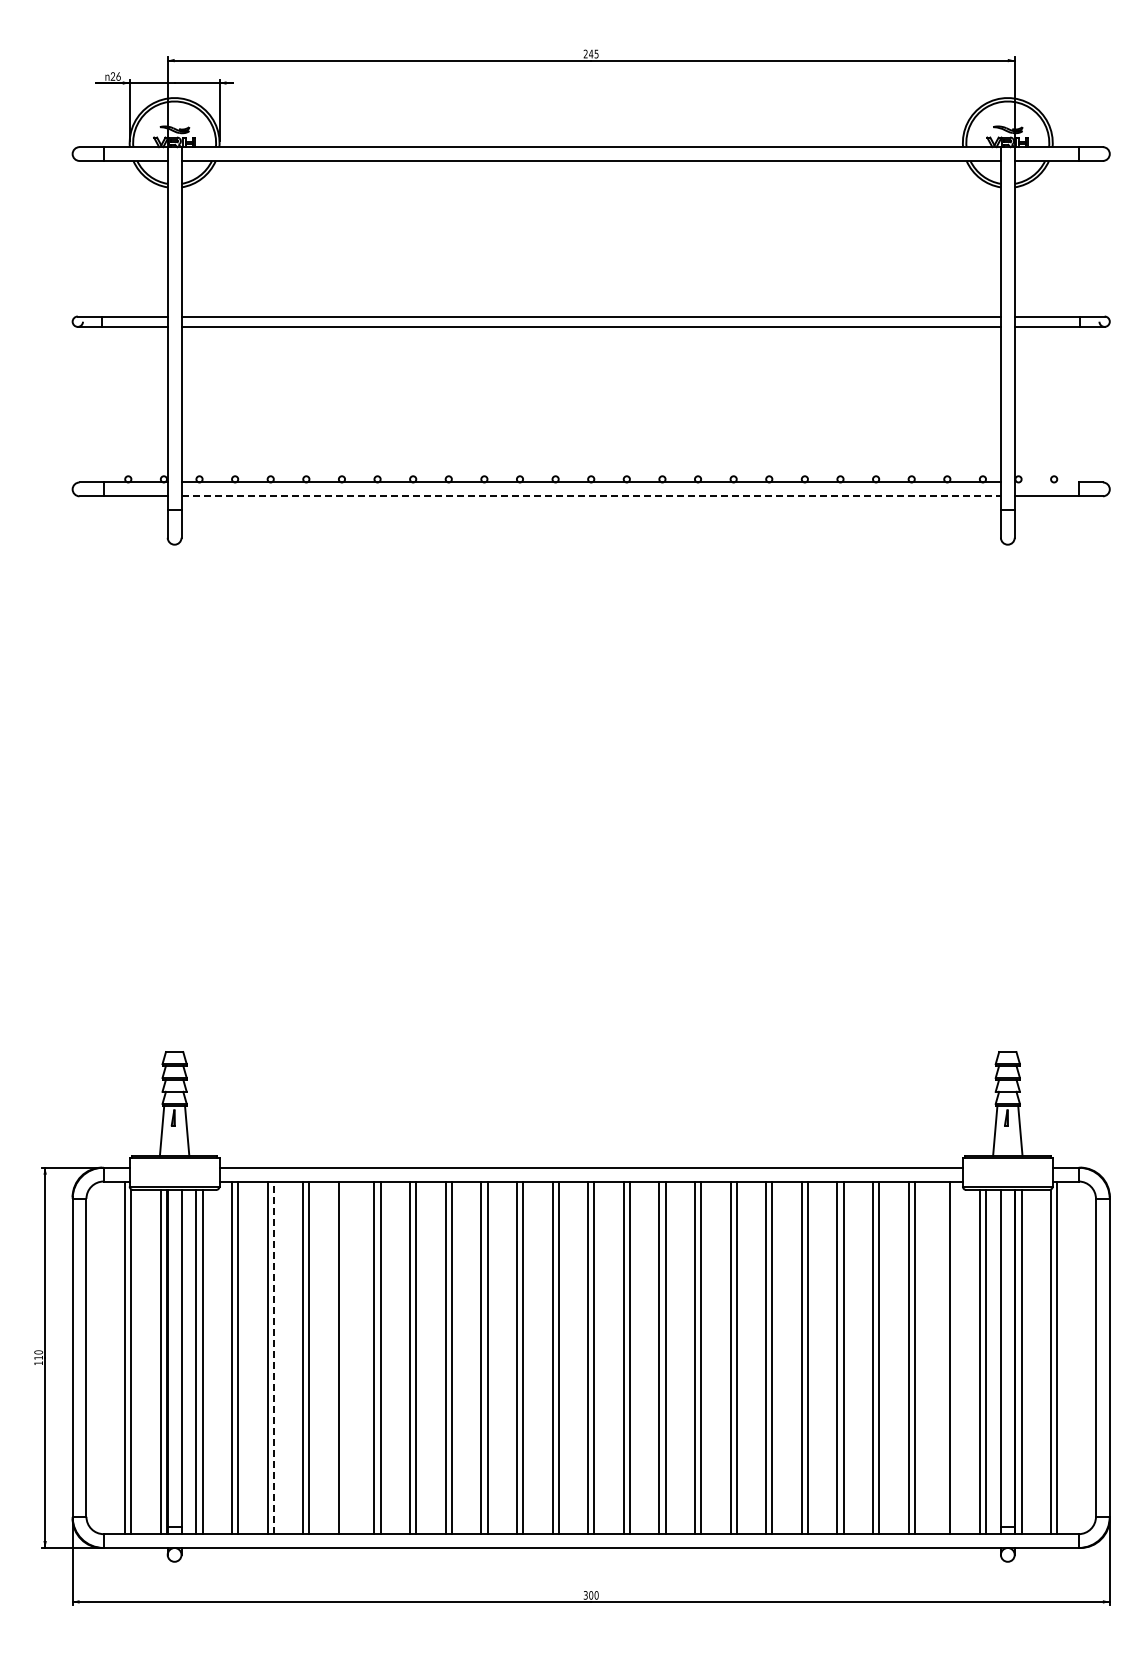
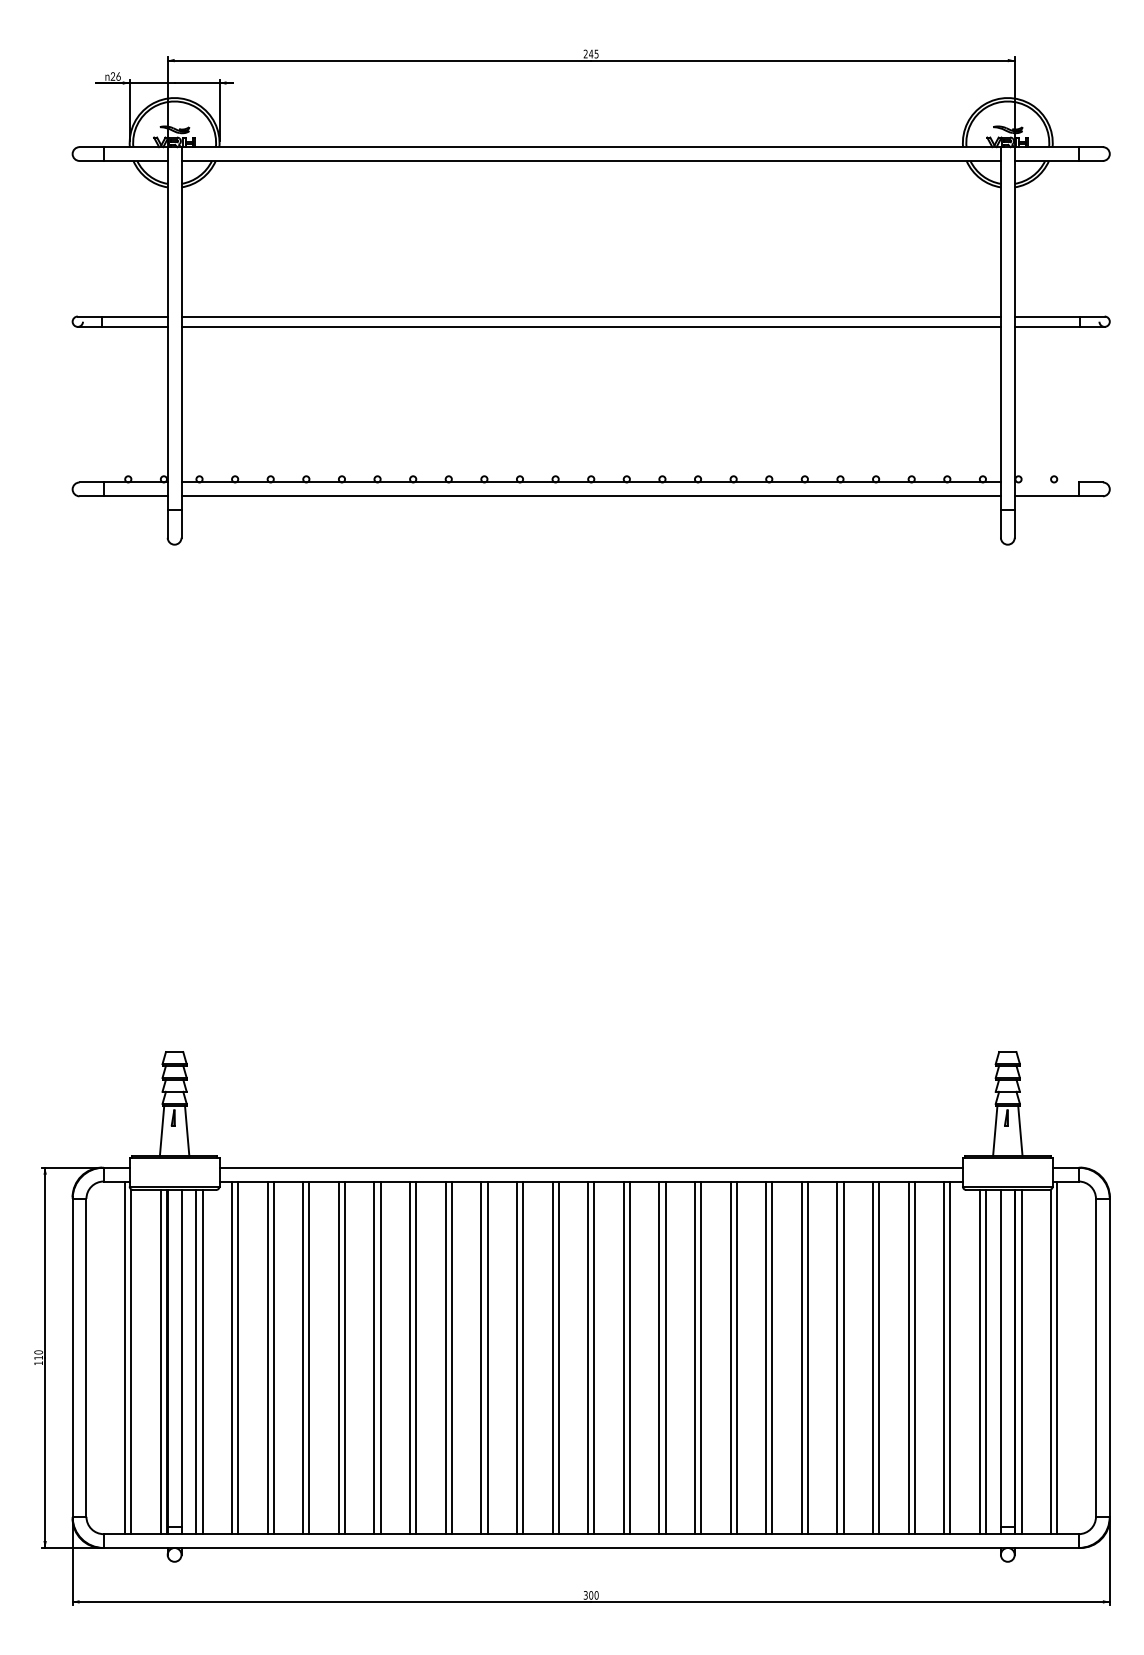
line at (591, 496): dashed -> solid
line at (273, 1357): dashed -> solid
line at (345, 1357): none -> present
line at (944, 1357): none -> present
